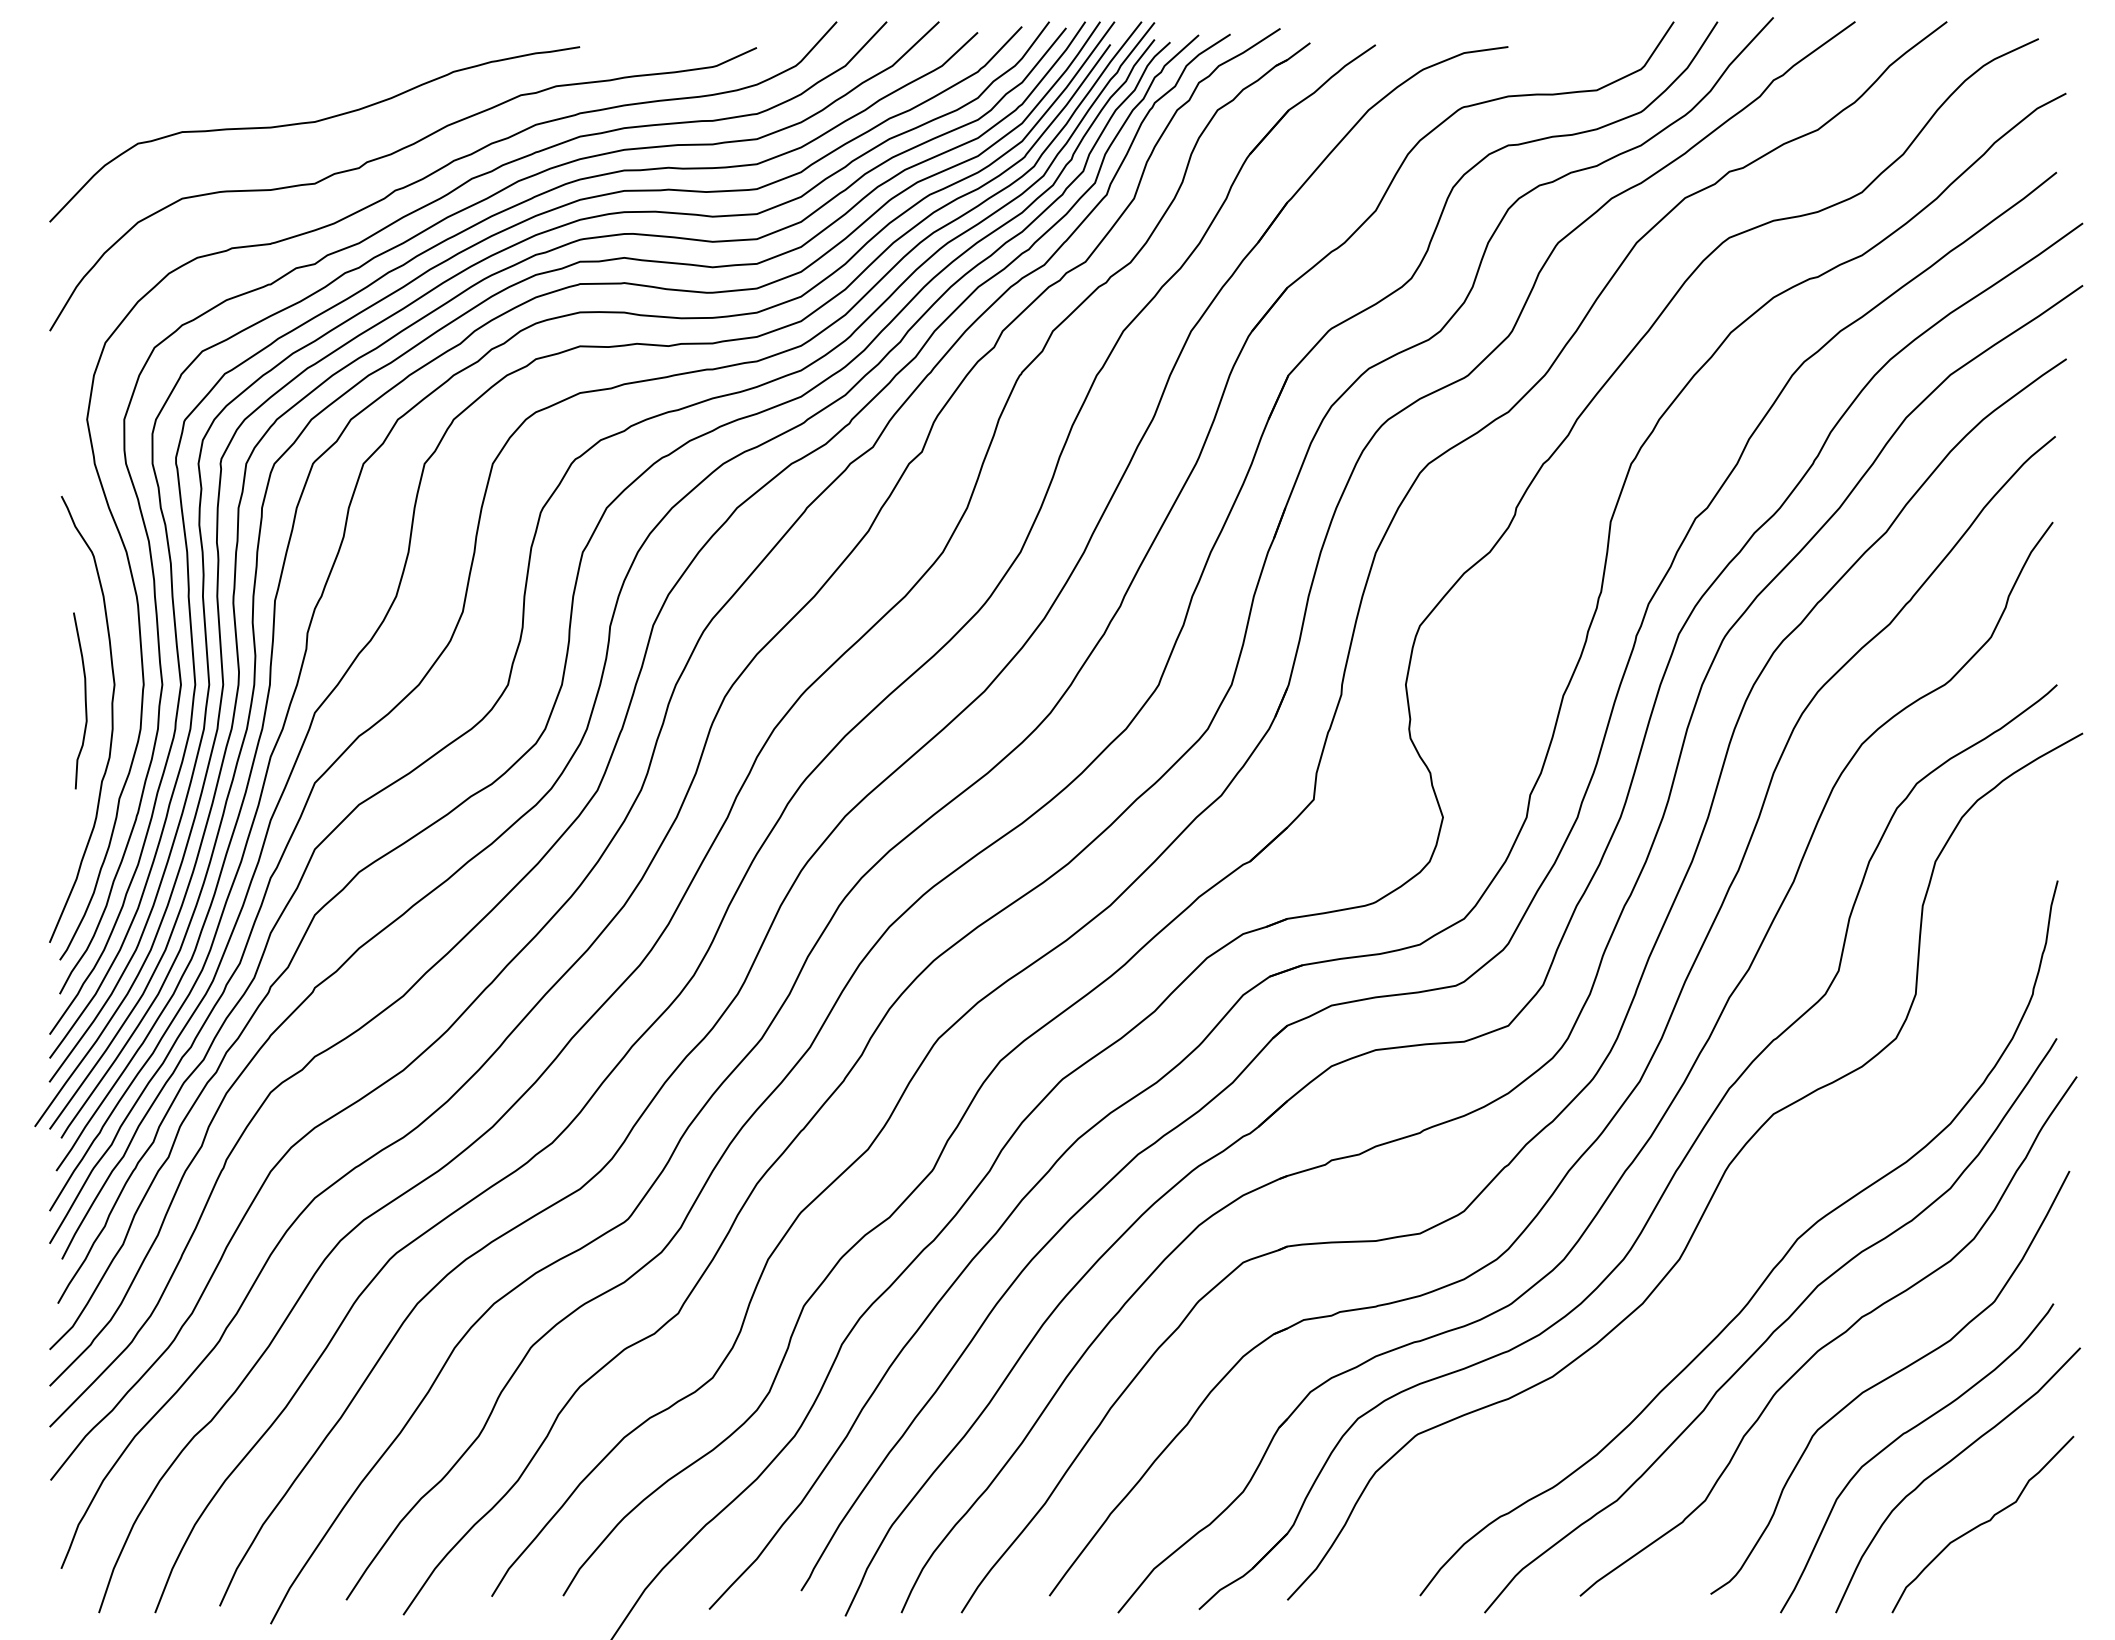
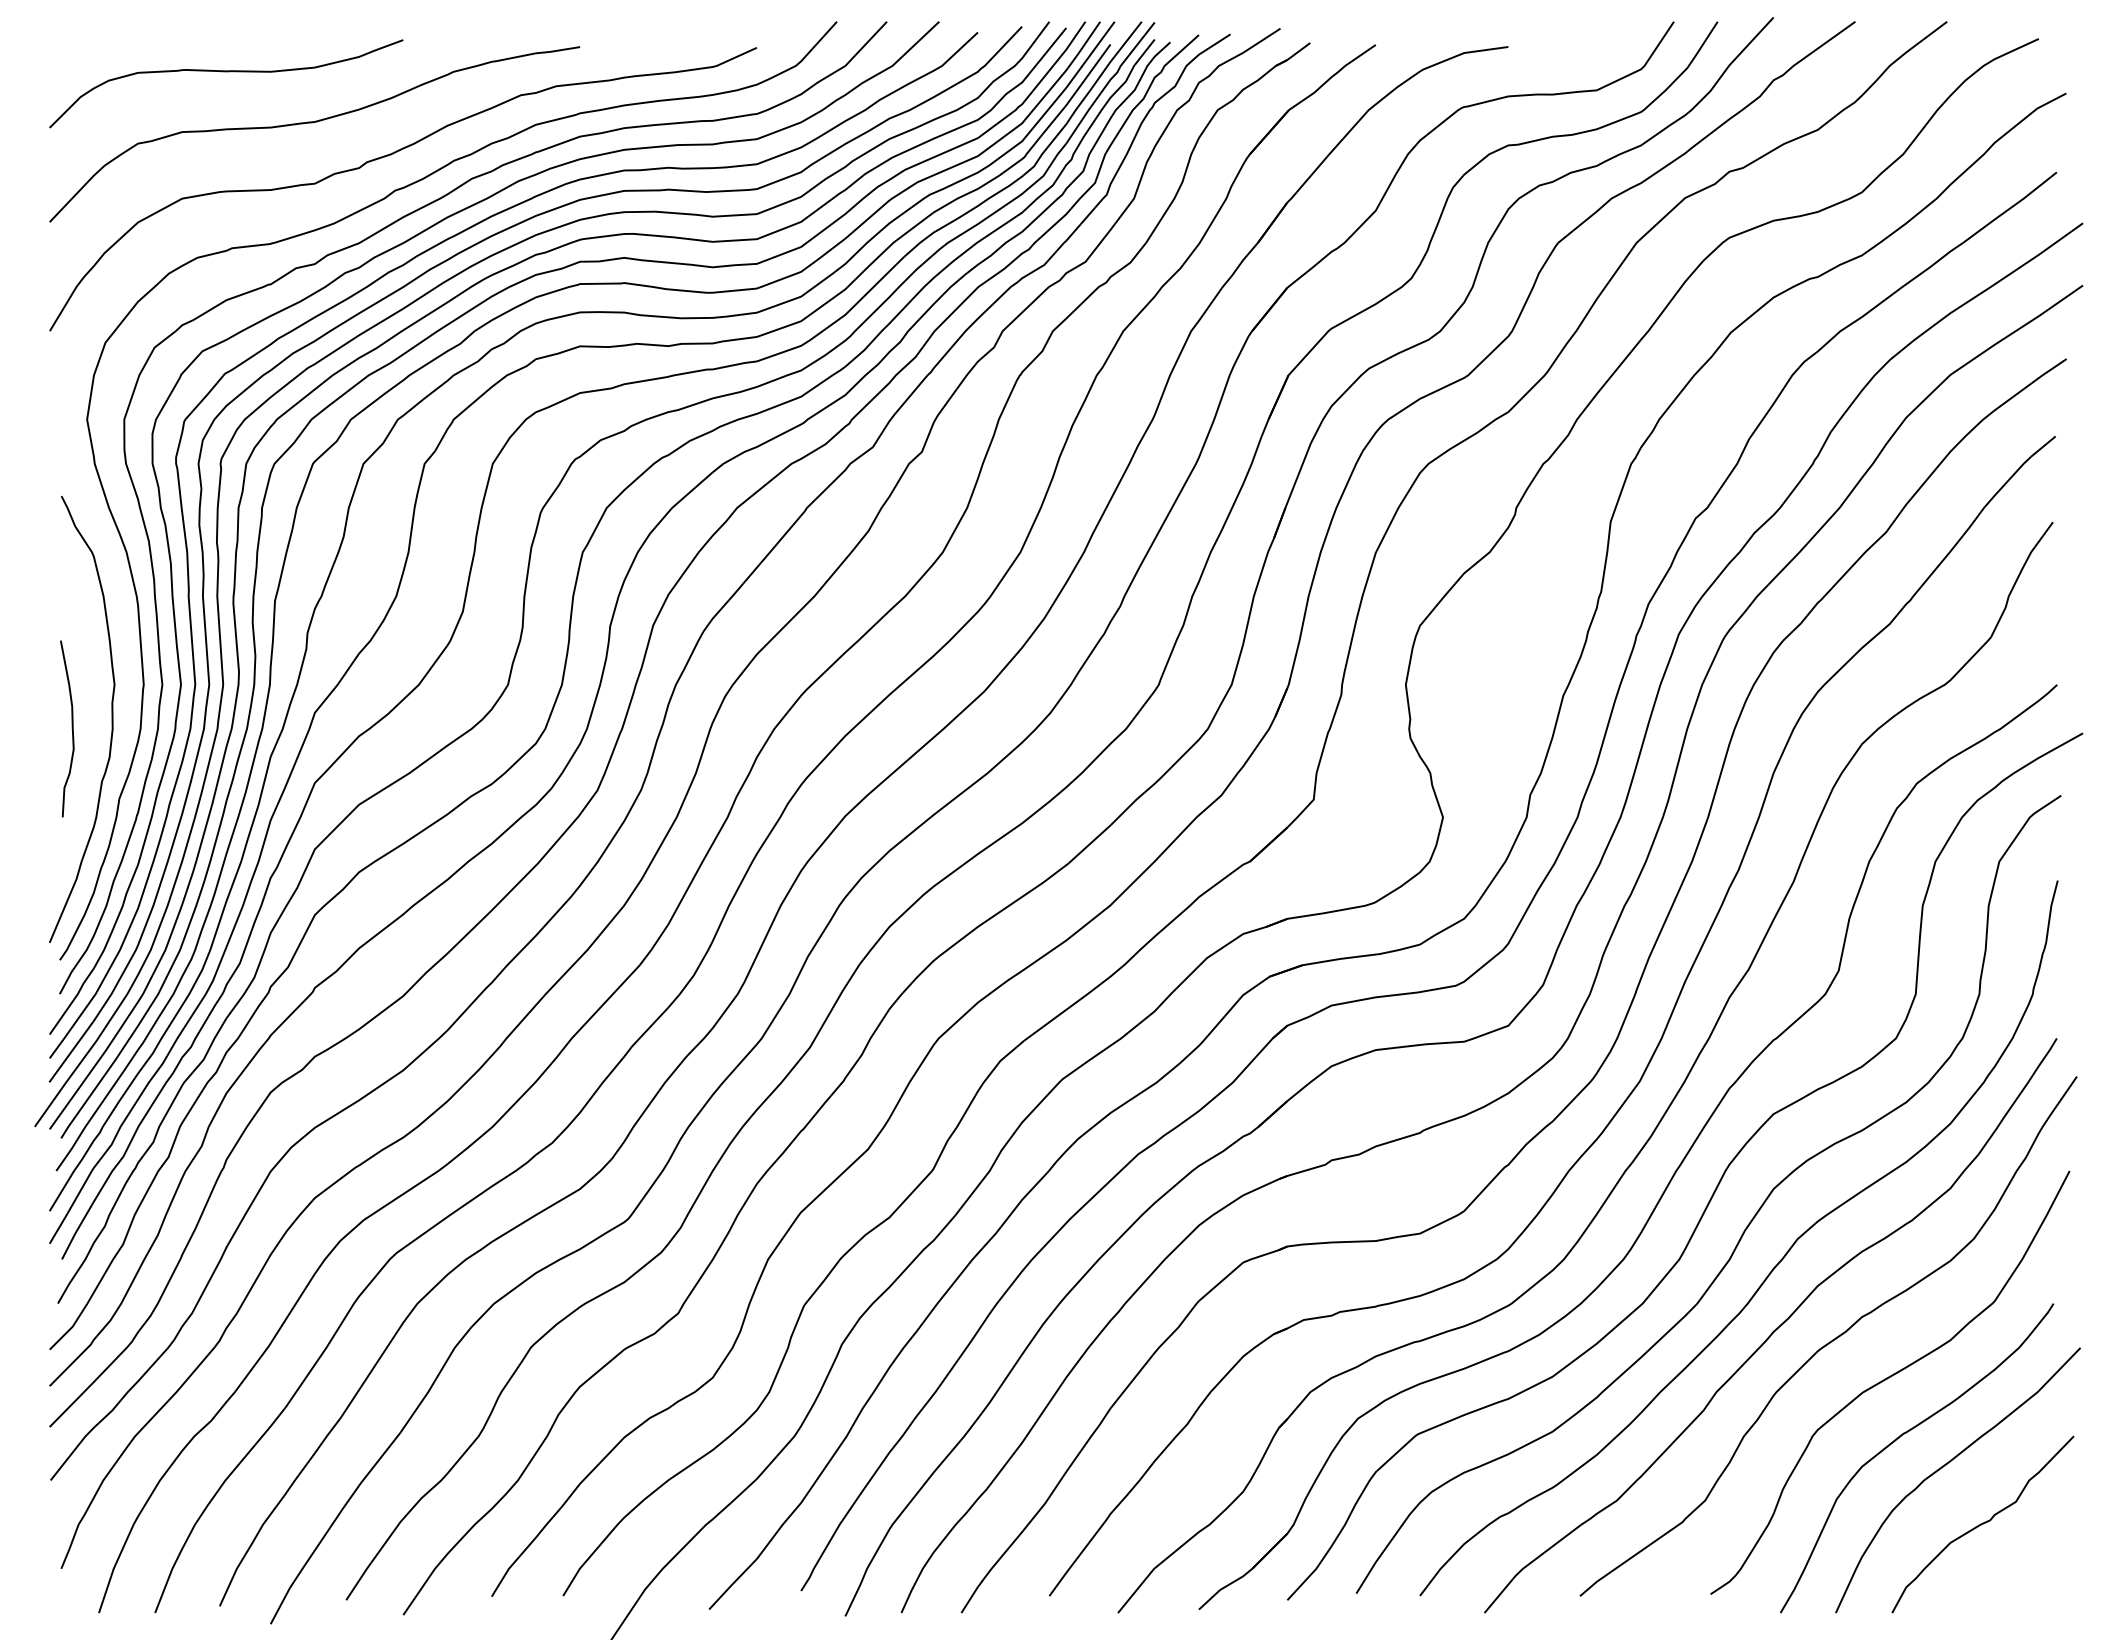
curve at (226, 72): none -> present
curve at (84, 700) position: (84, 700) -> (71, 728)
curve at (1750, 1220): none -> present
